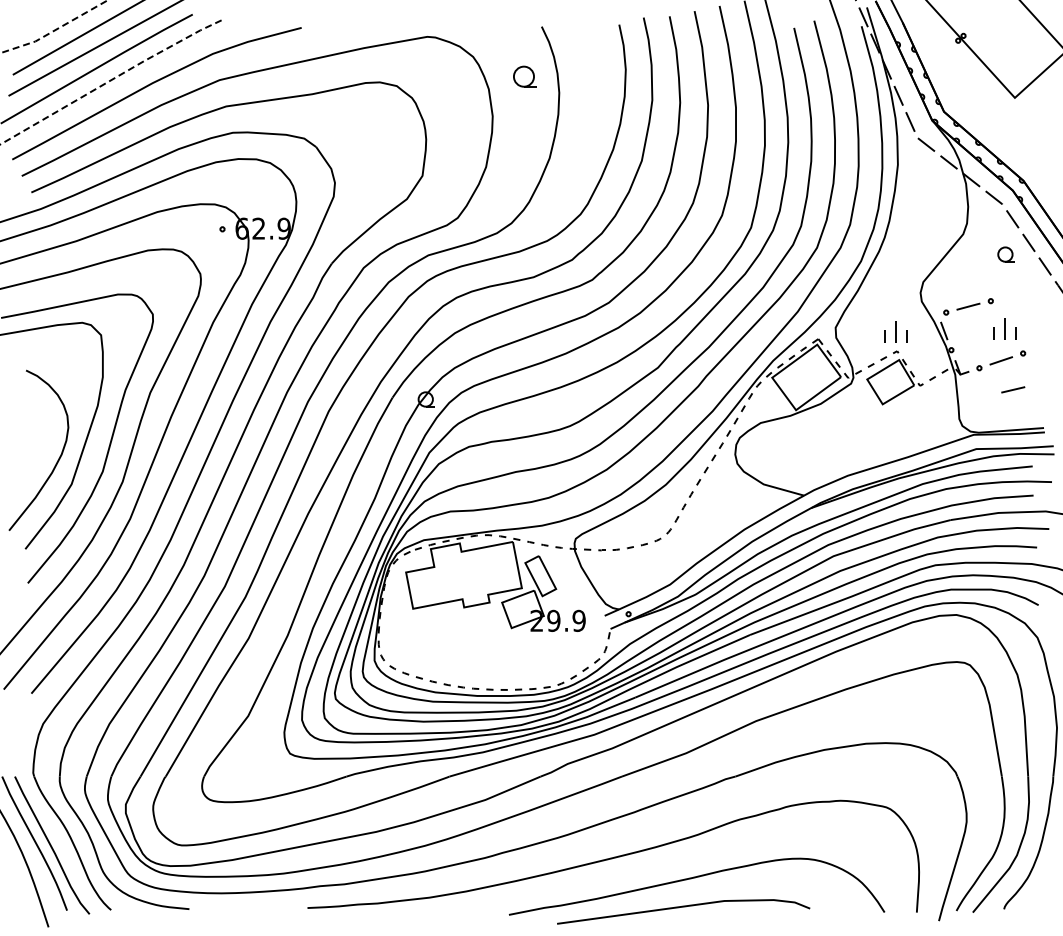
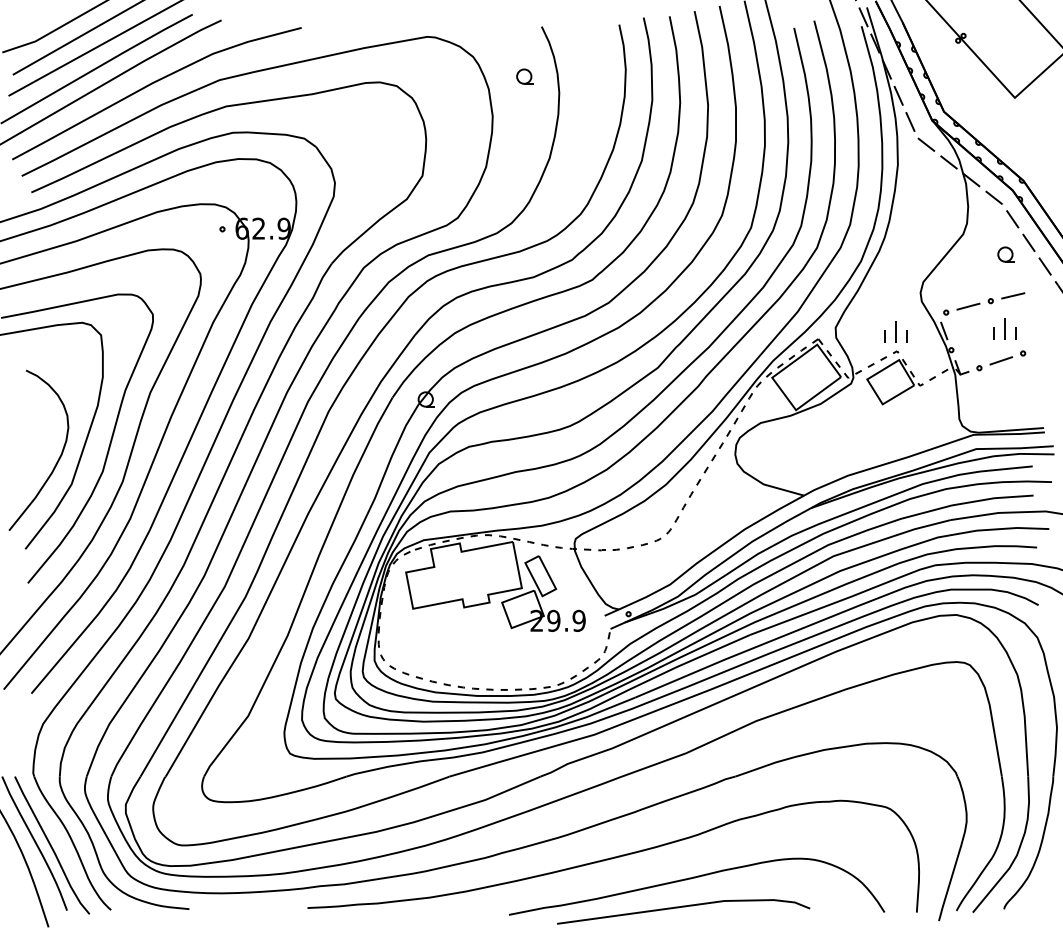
line at (56, 29): dashed -> solid
part at (524, 76) size: 24x23 px -> 18x17 px
line at (111, 80): dashed -> solid
line at (1013, 389) position: (1013, 389) -> (1013, 295)
